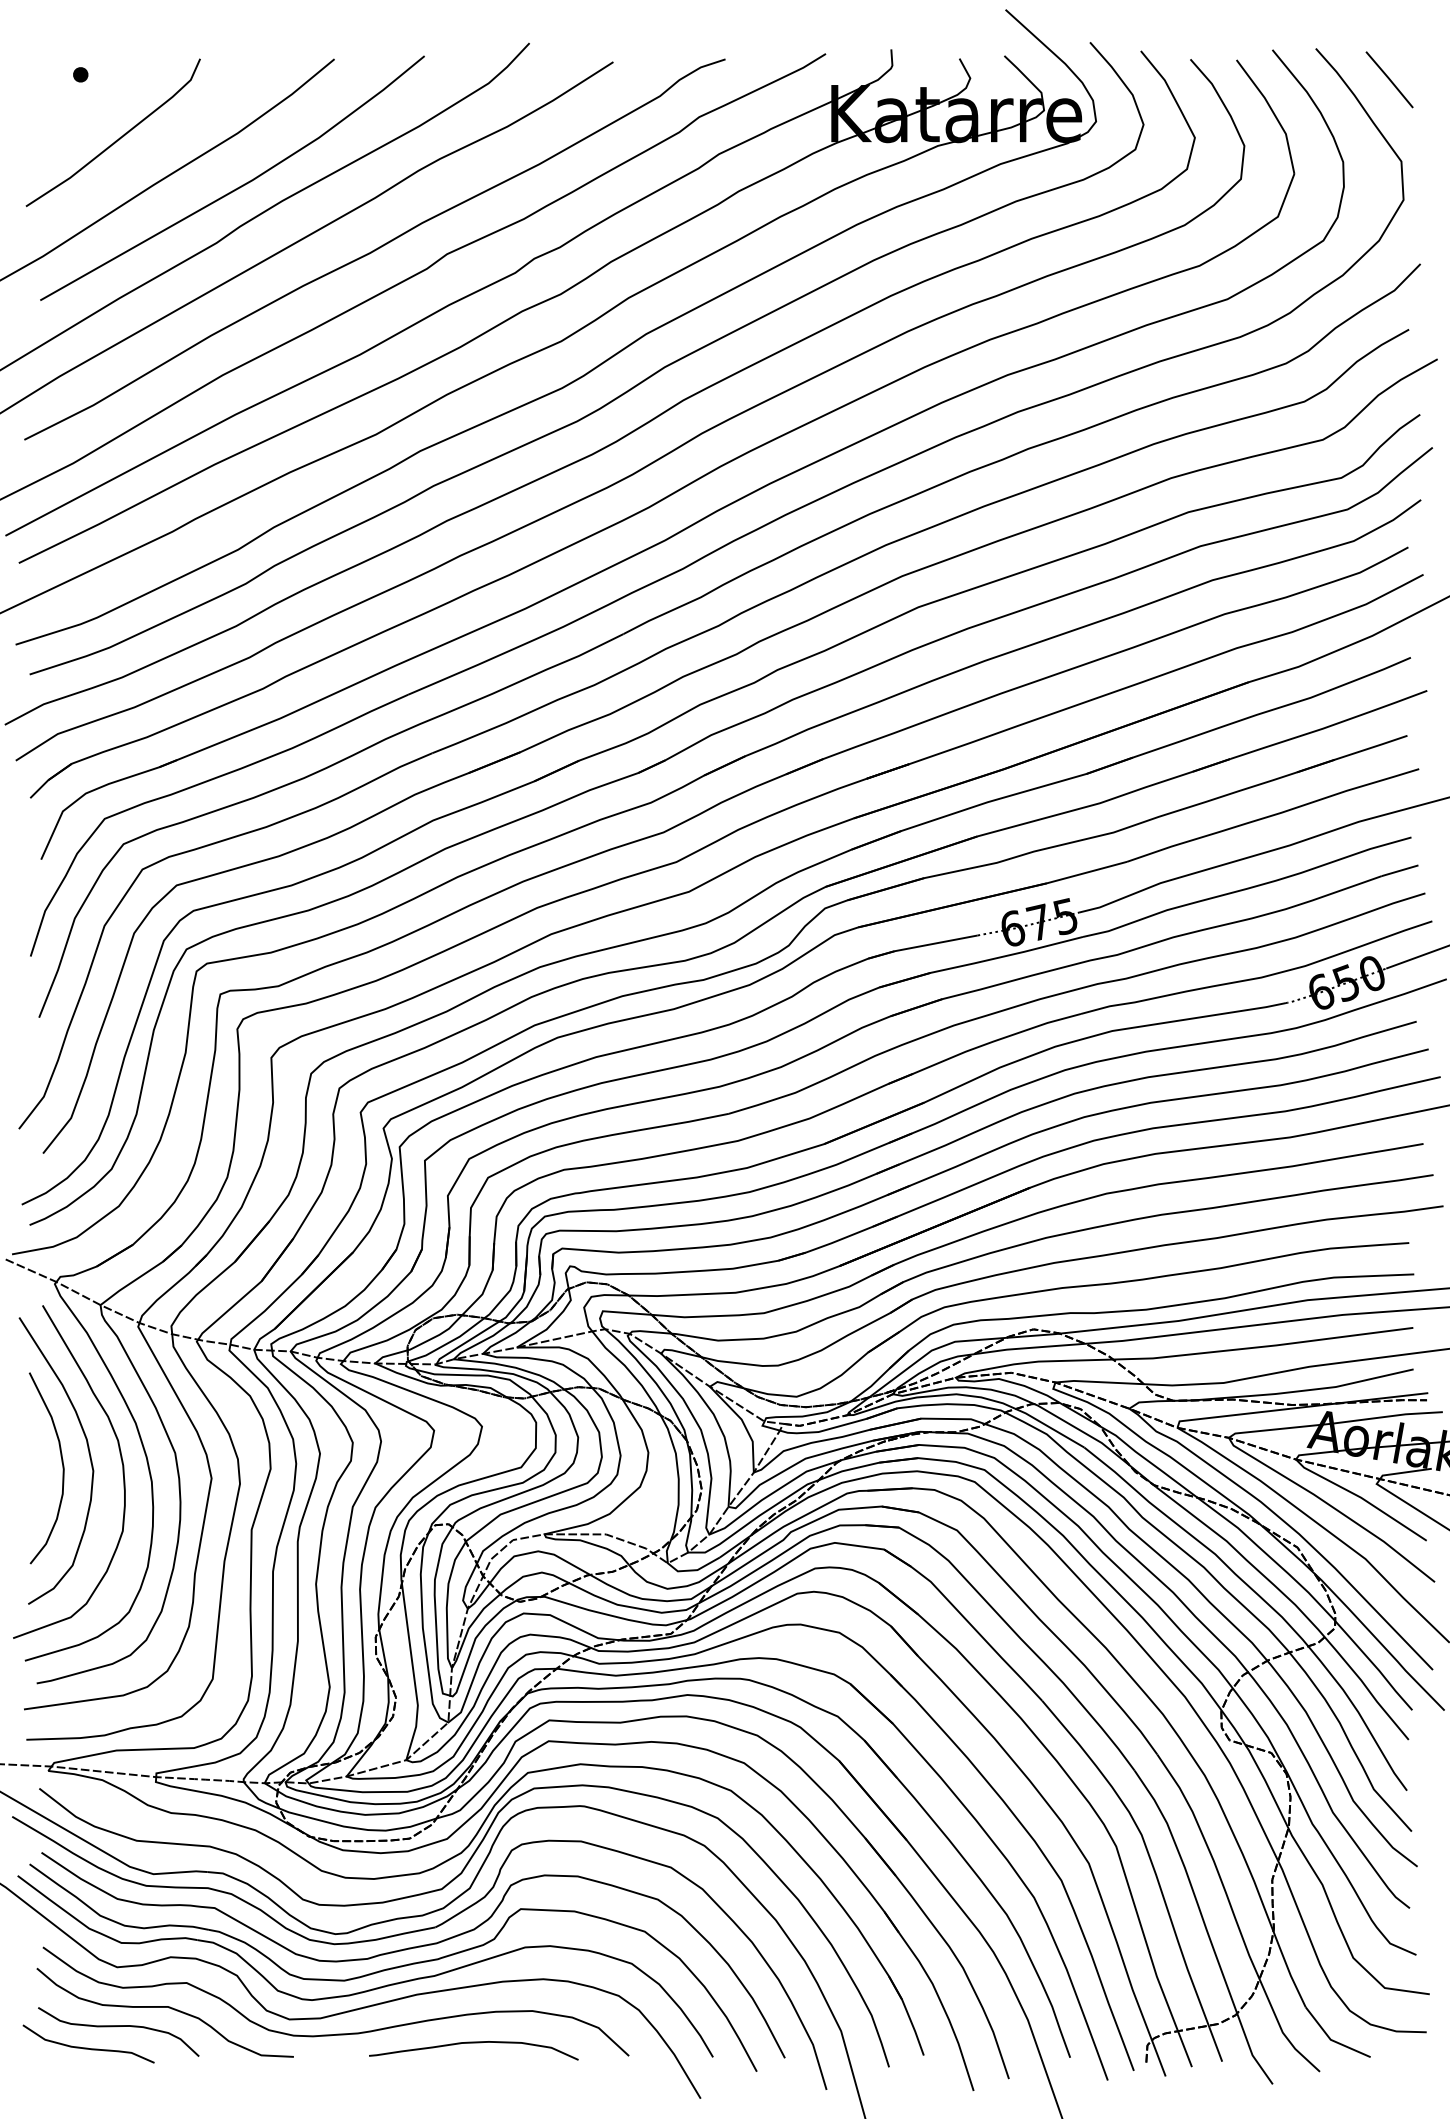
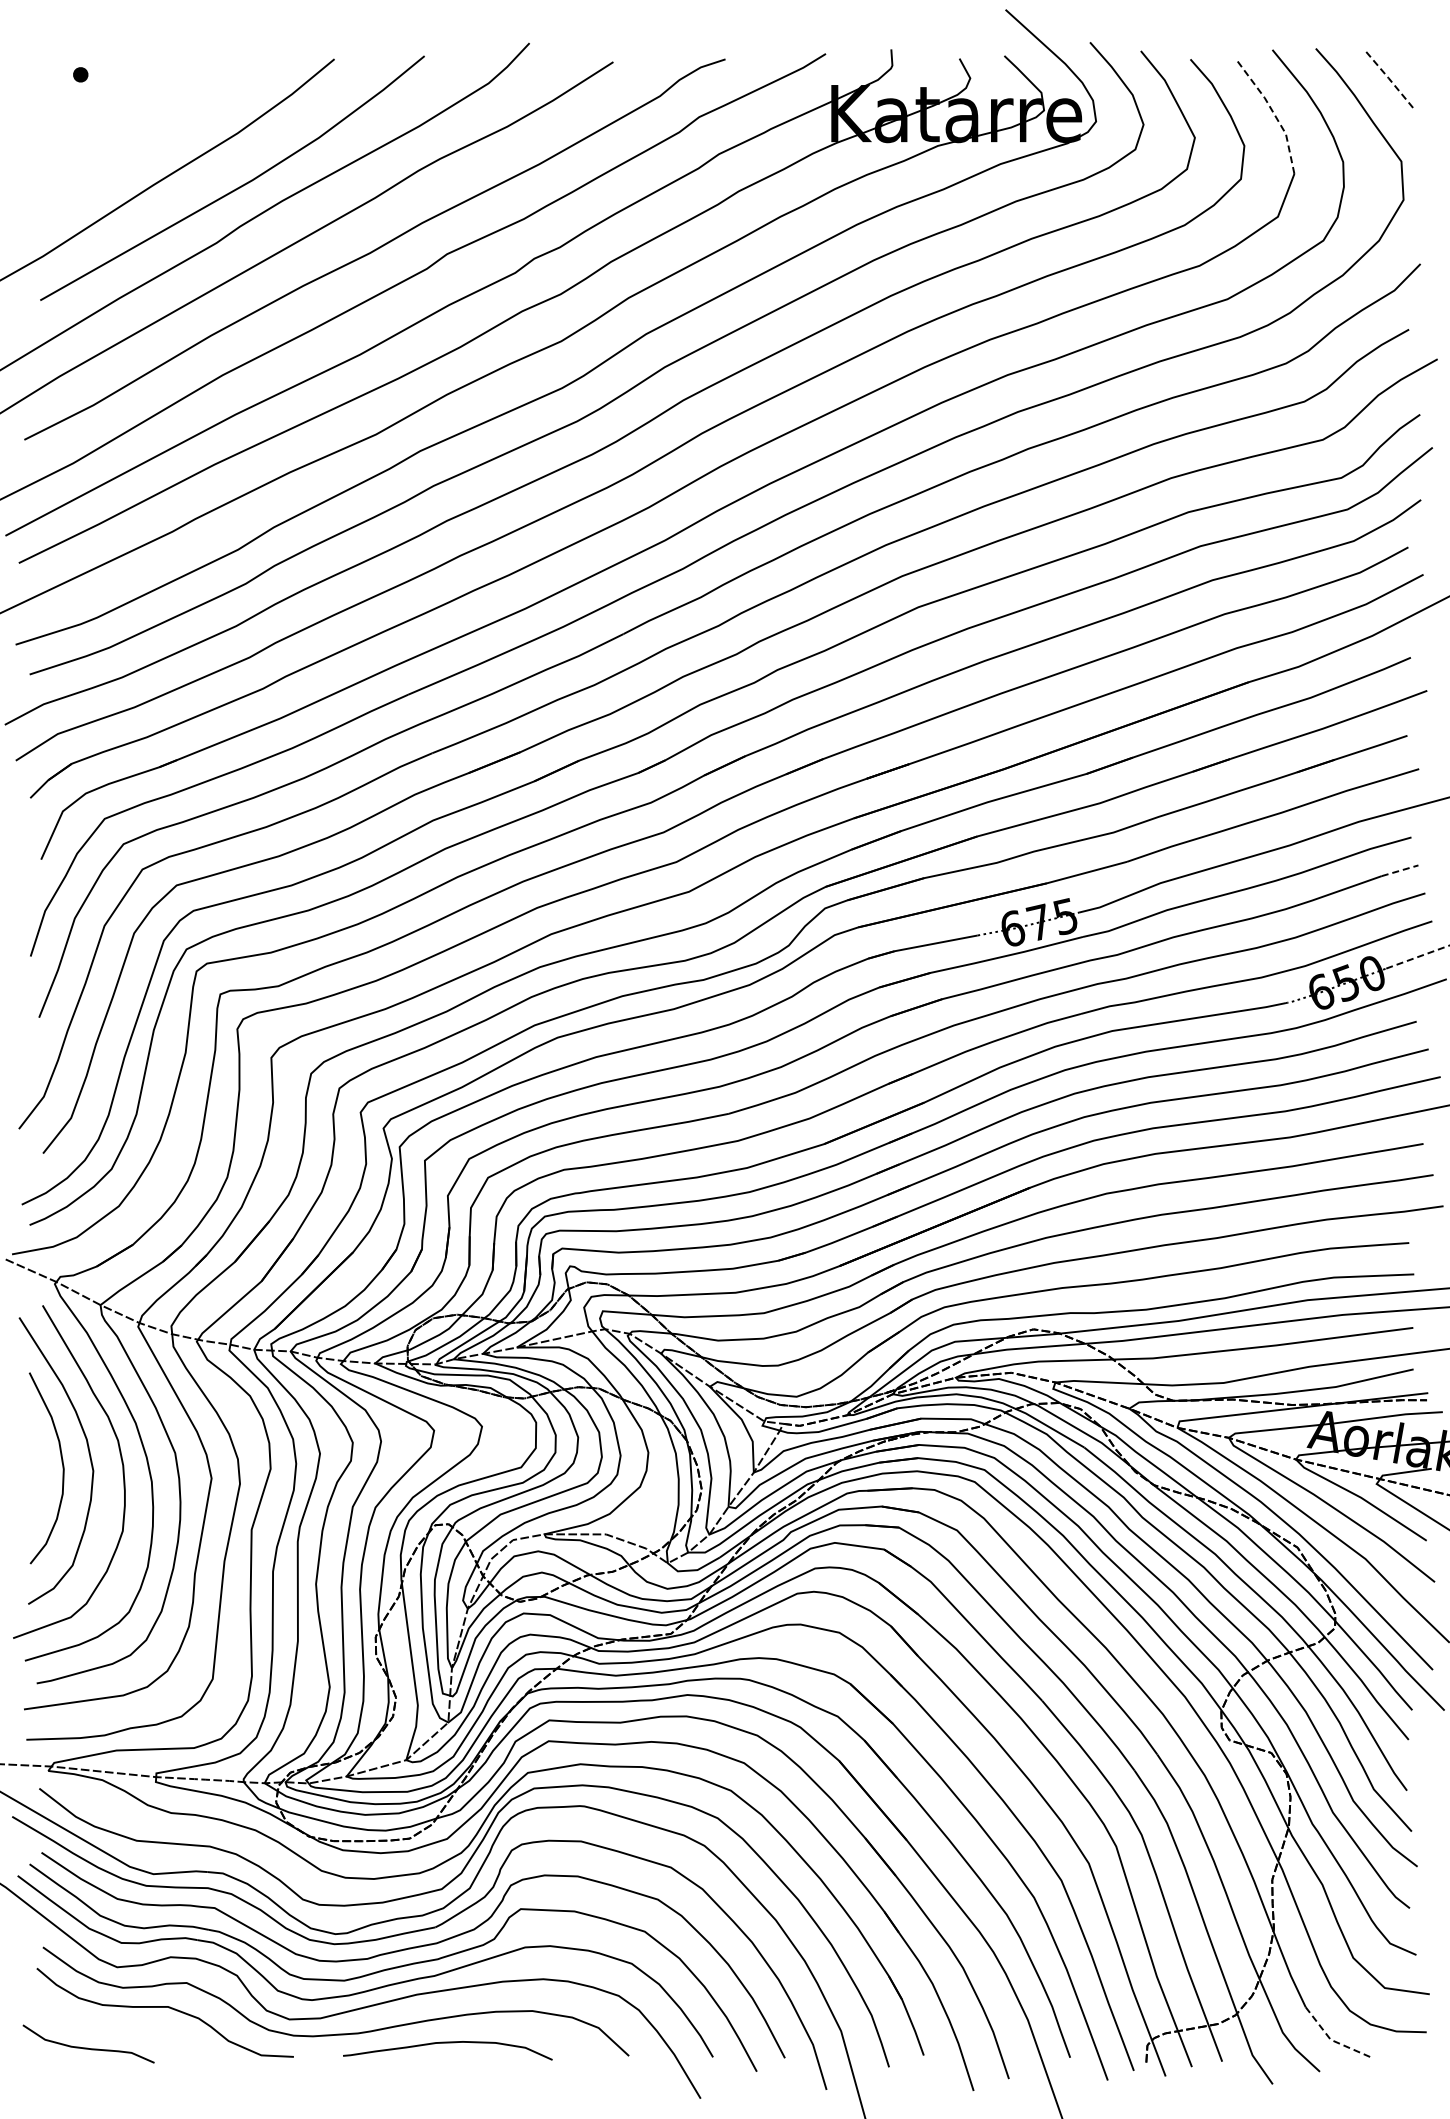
line at (1389, 78): solid -> dashed
line at (1273, 112): solid -> dashed
curve at (118, 138): present -> none
line at (1400, 870): solid -> dashed
line at (1418, 956): solid -> dashed
curve at (118, 2026): present -> none
line at (1331, 2040): solid -> dashed
curve at (473, 2043) position: (473, 2043) -> (447, 2043)
